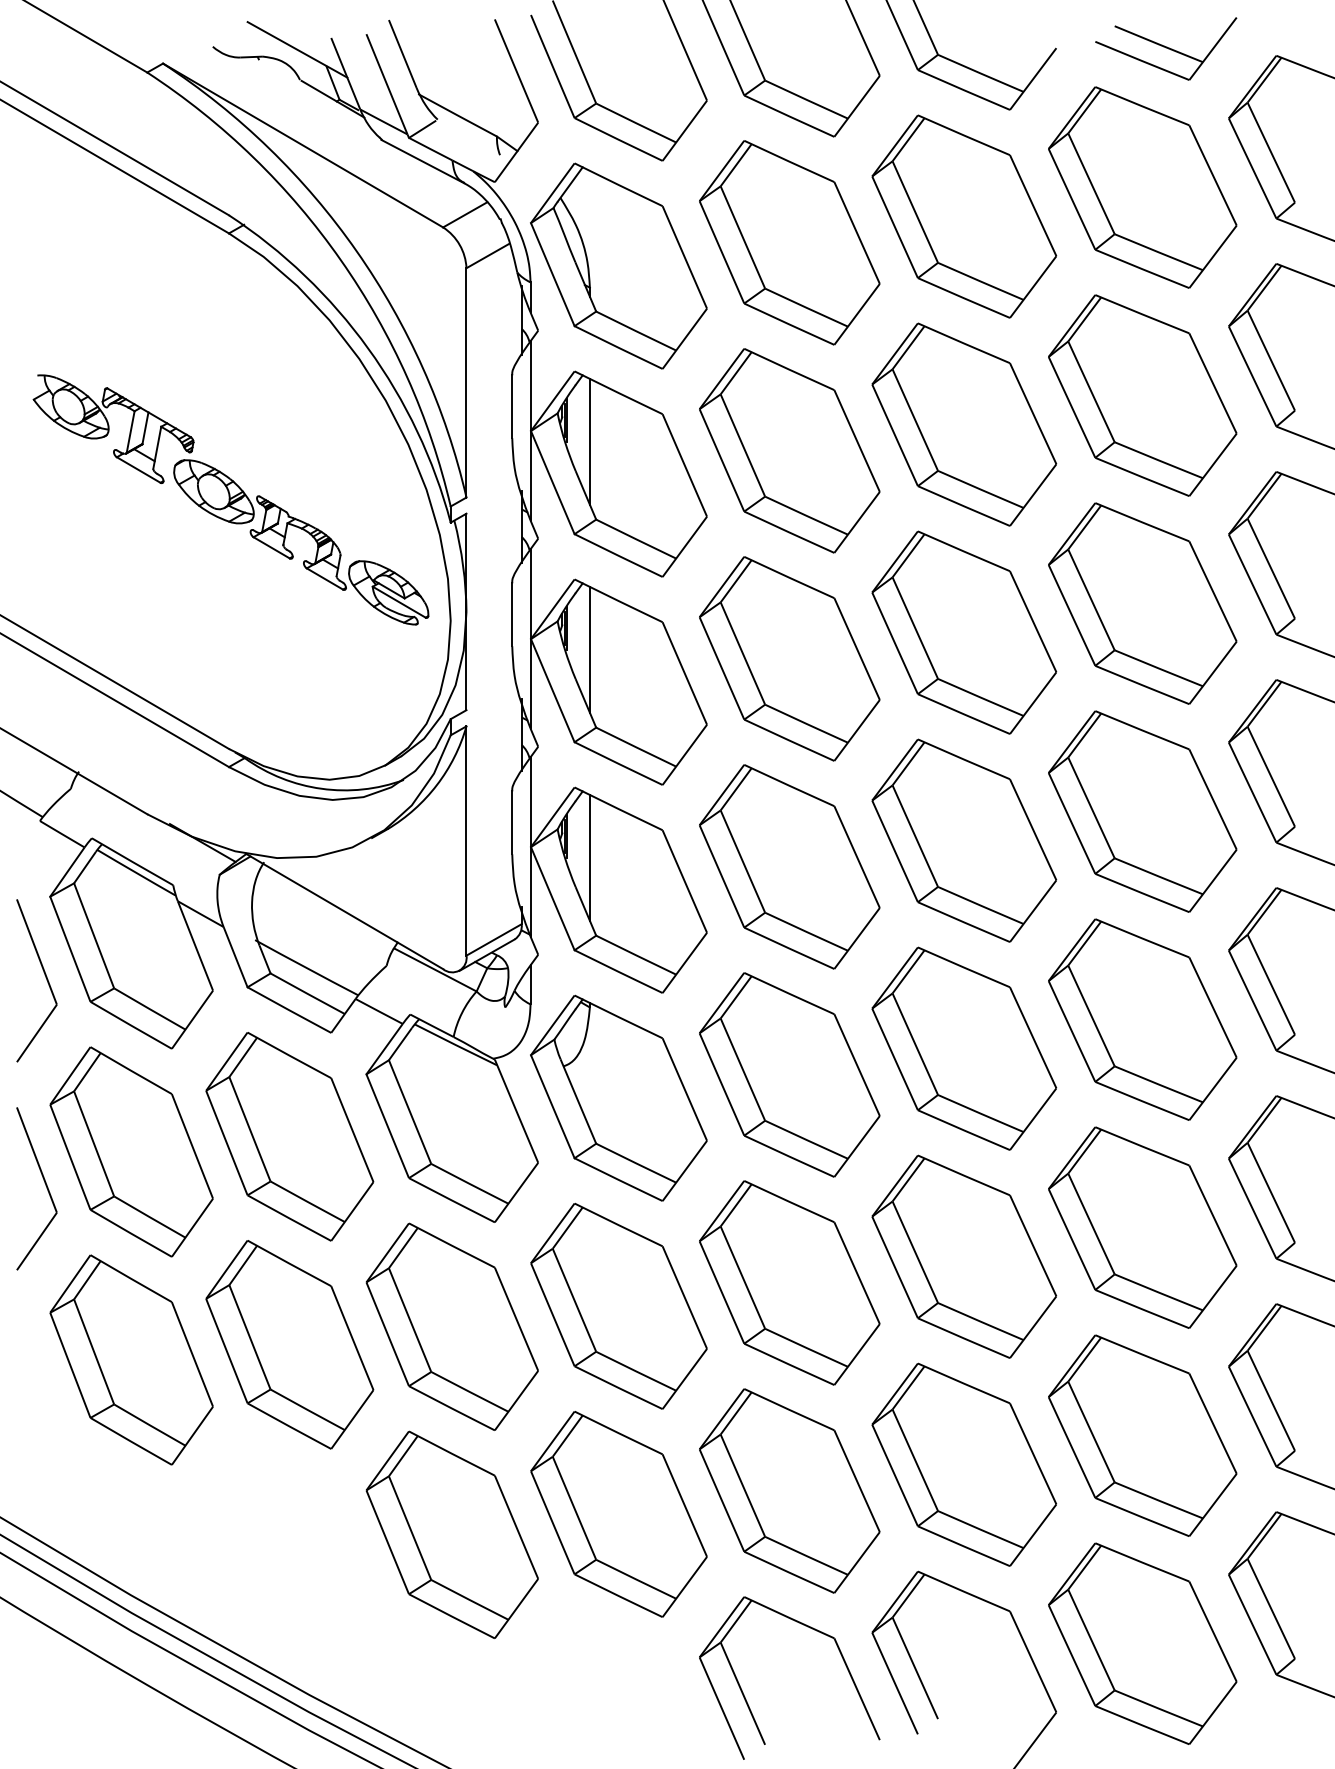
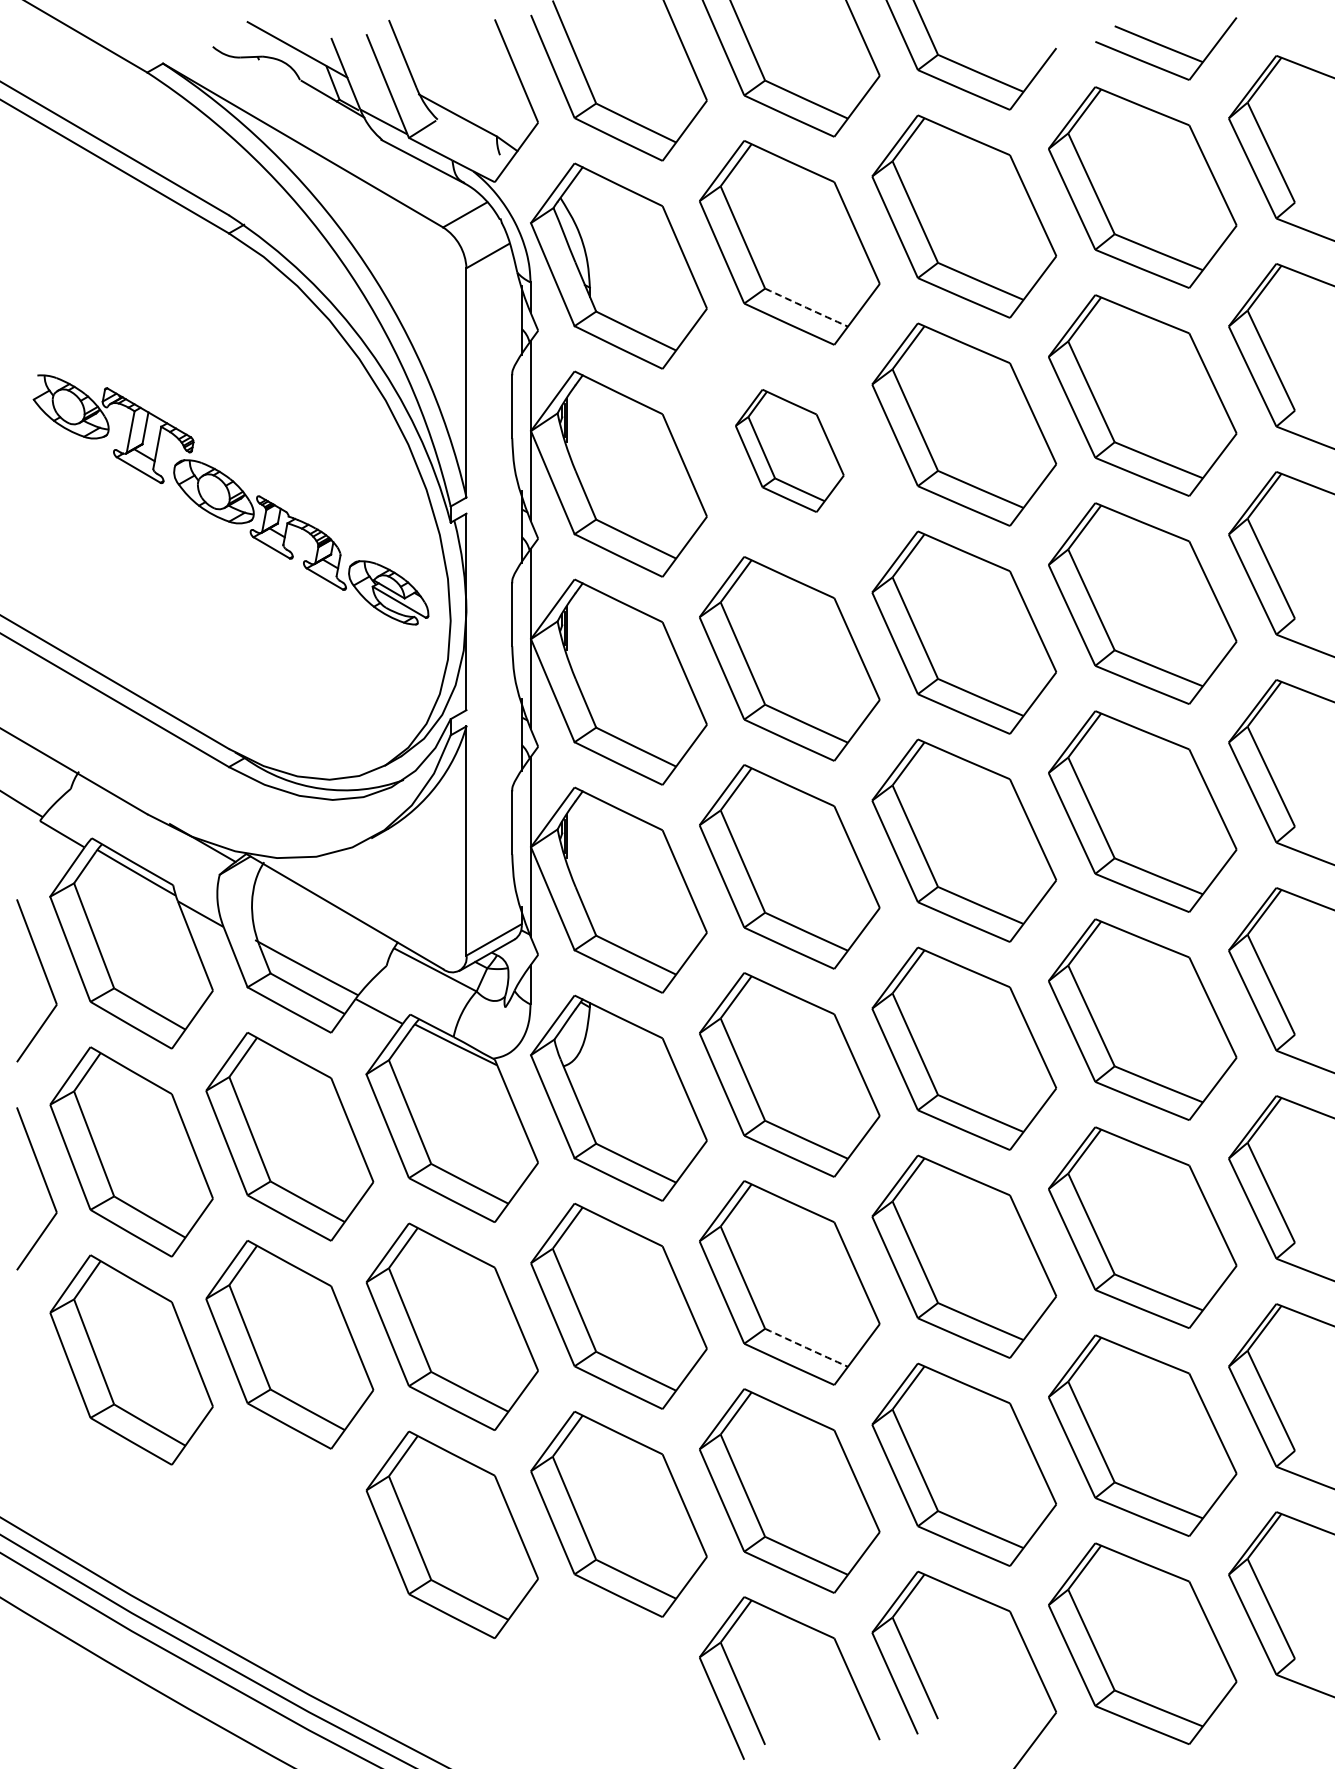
arc at (806, 307): solid -> dashed
line at (589, 441): present -> none
part at (789, 450) size: 182x206 px -> 110x124 px
line at (589, 649): present -> none
line at (589, 857): present -> none
arc at (806, 1347): solid -> dashed
